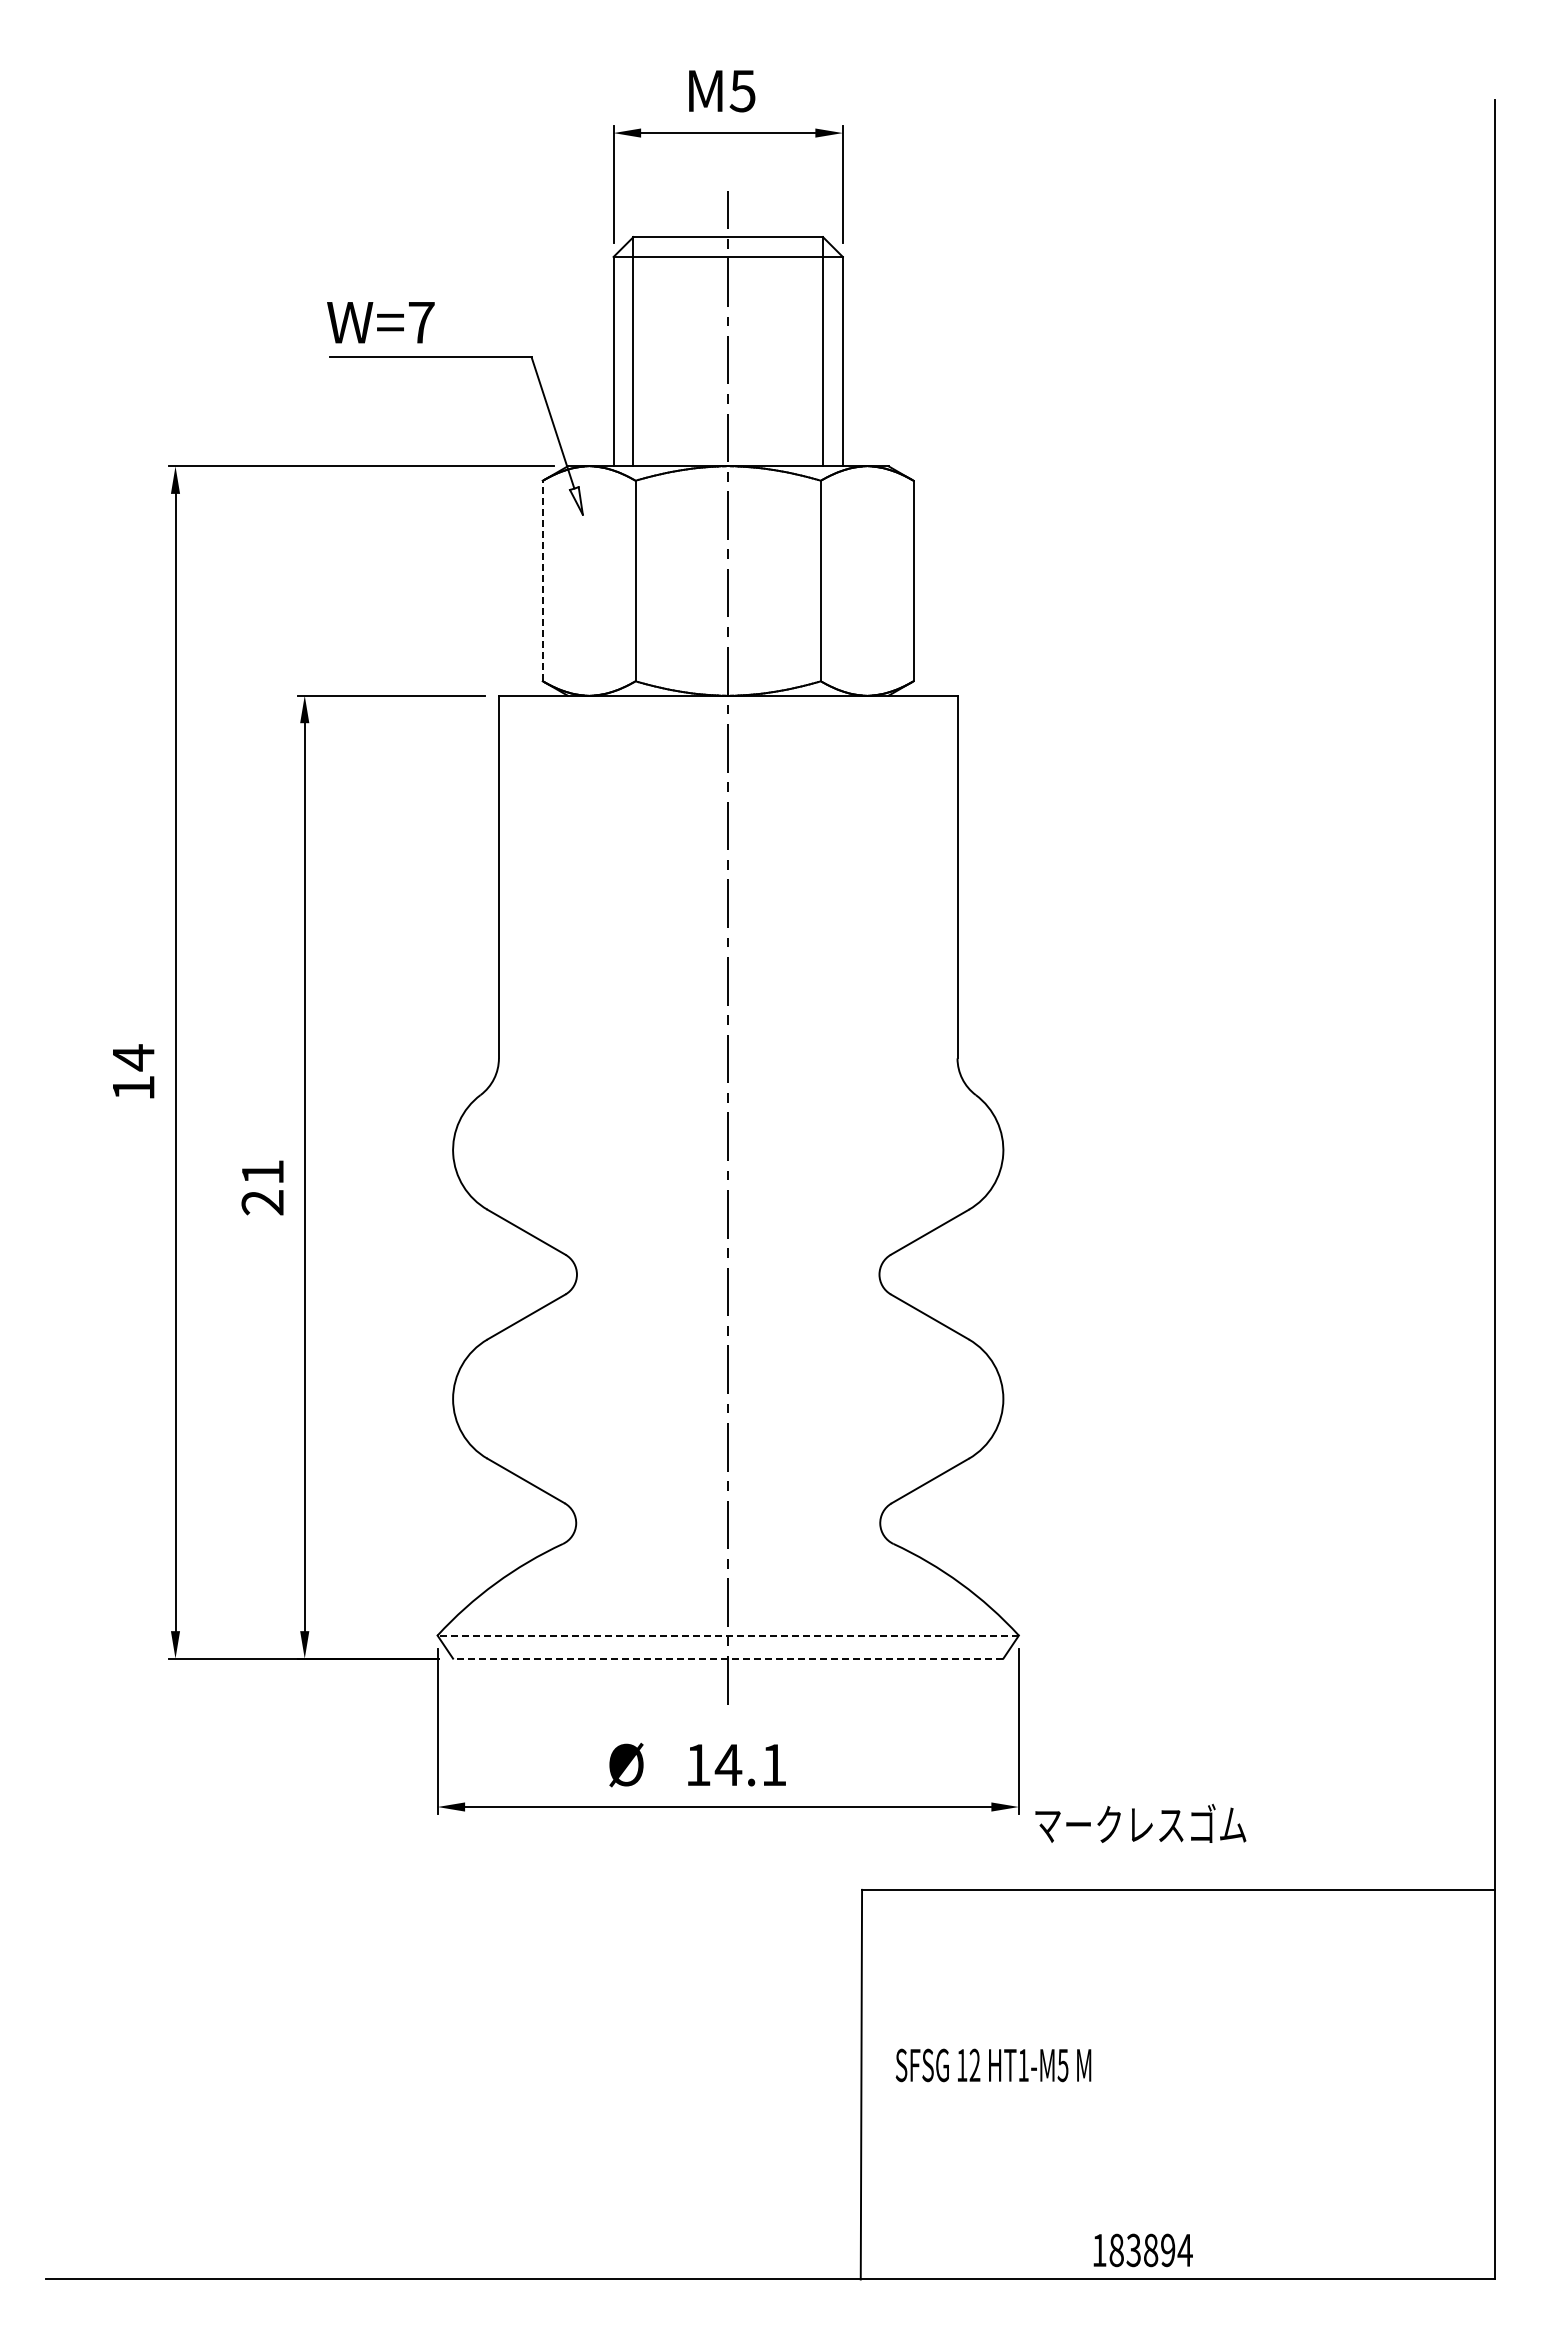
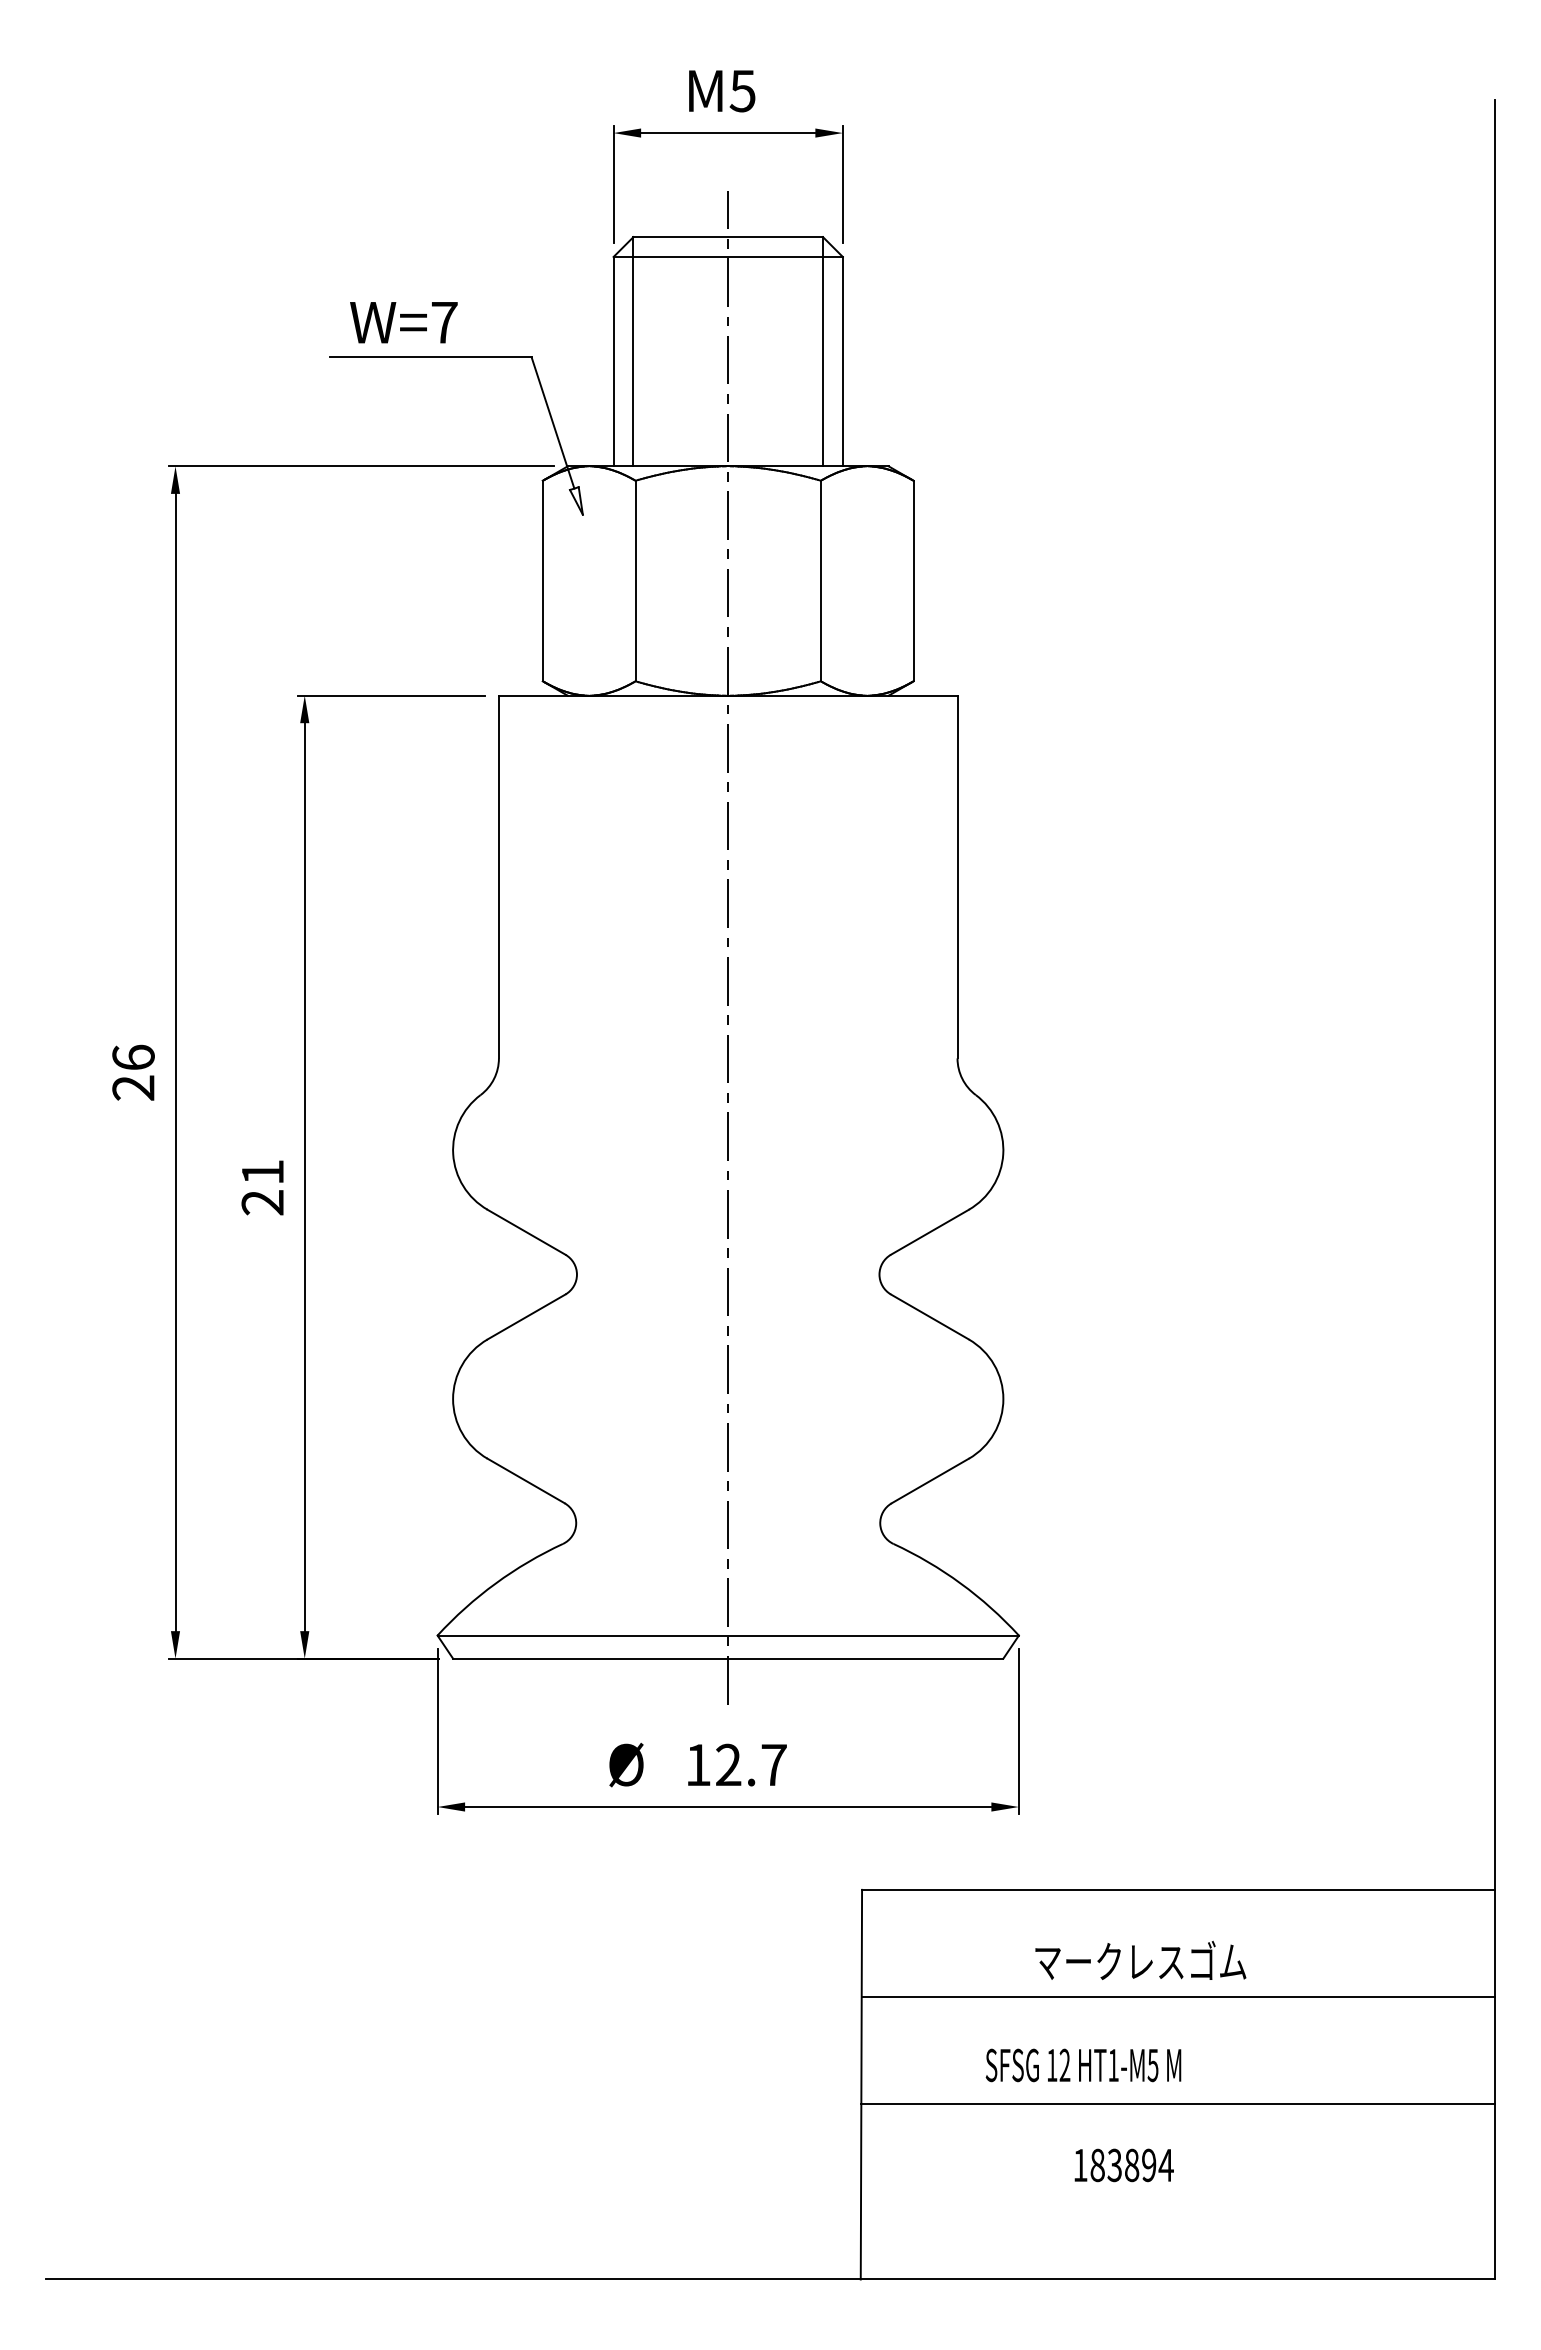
text at (380, 322) position: (380, 322) -> (403, 322)
line at (542, 580): dashed -> solid
text at (133, 1072): 14 -> 26
line at (728, 1635): dashed -> solid
line at (727, 1658): dashed -> solid
text at (750, 1764): 14.1 -> 12.7
text at (1140, 1822) position: (1140, 1822) -> (1140, 1959)
line at (1177, 1996): none -> present
text at (993, 2065) position: (993, 2065) -> (1083, 2065)
line at (1177, 2103): none -> present
text at (1142, 2250) position: (1142, 2250) -> (1123, 2165)
